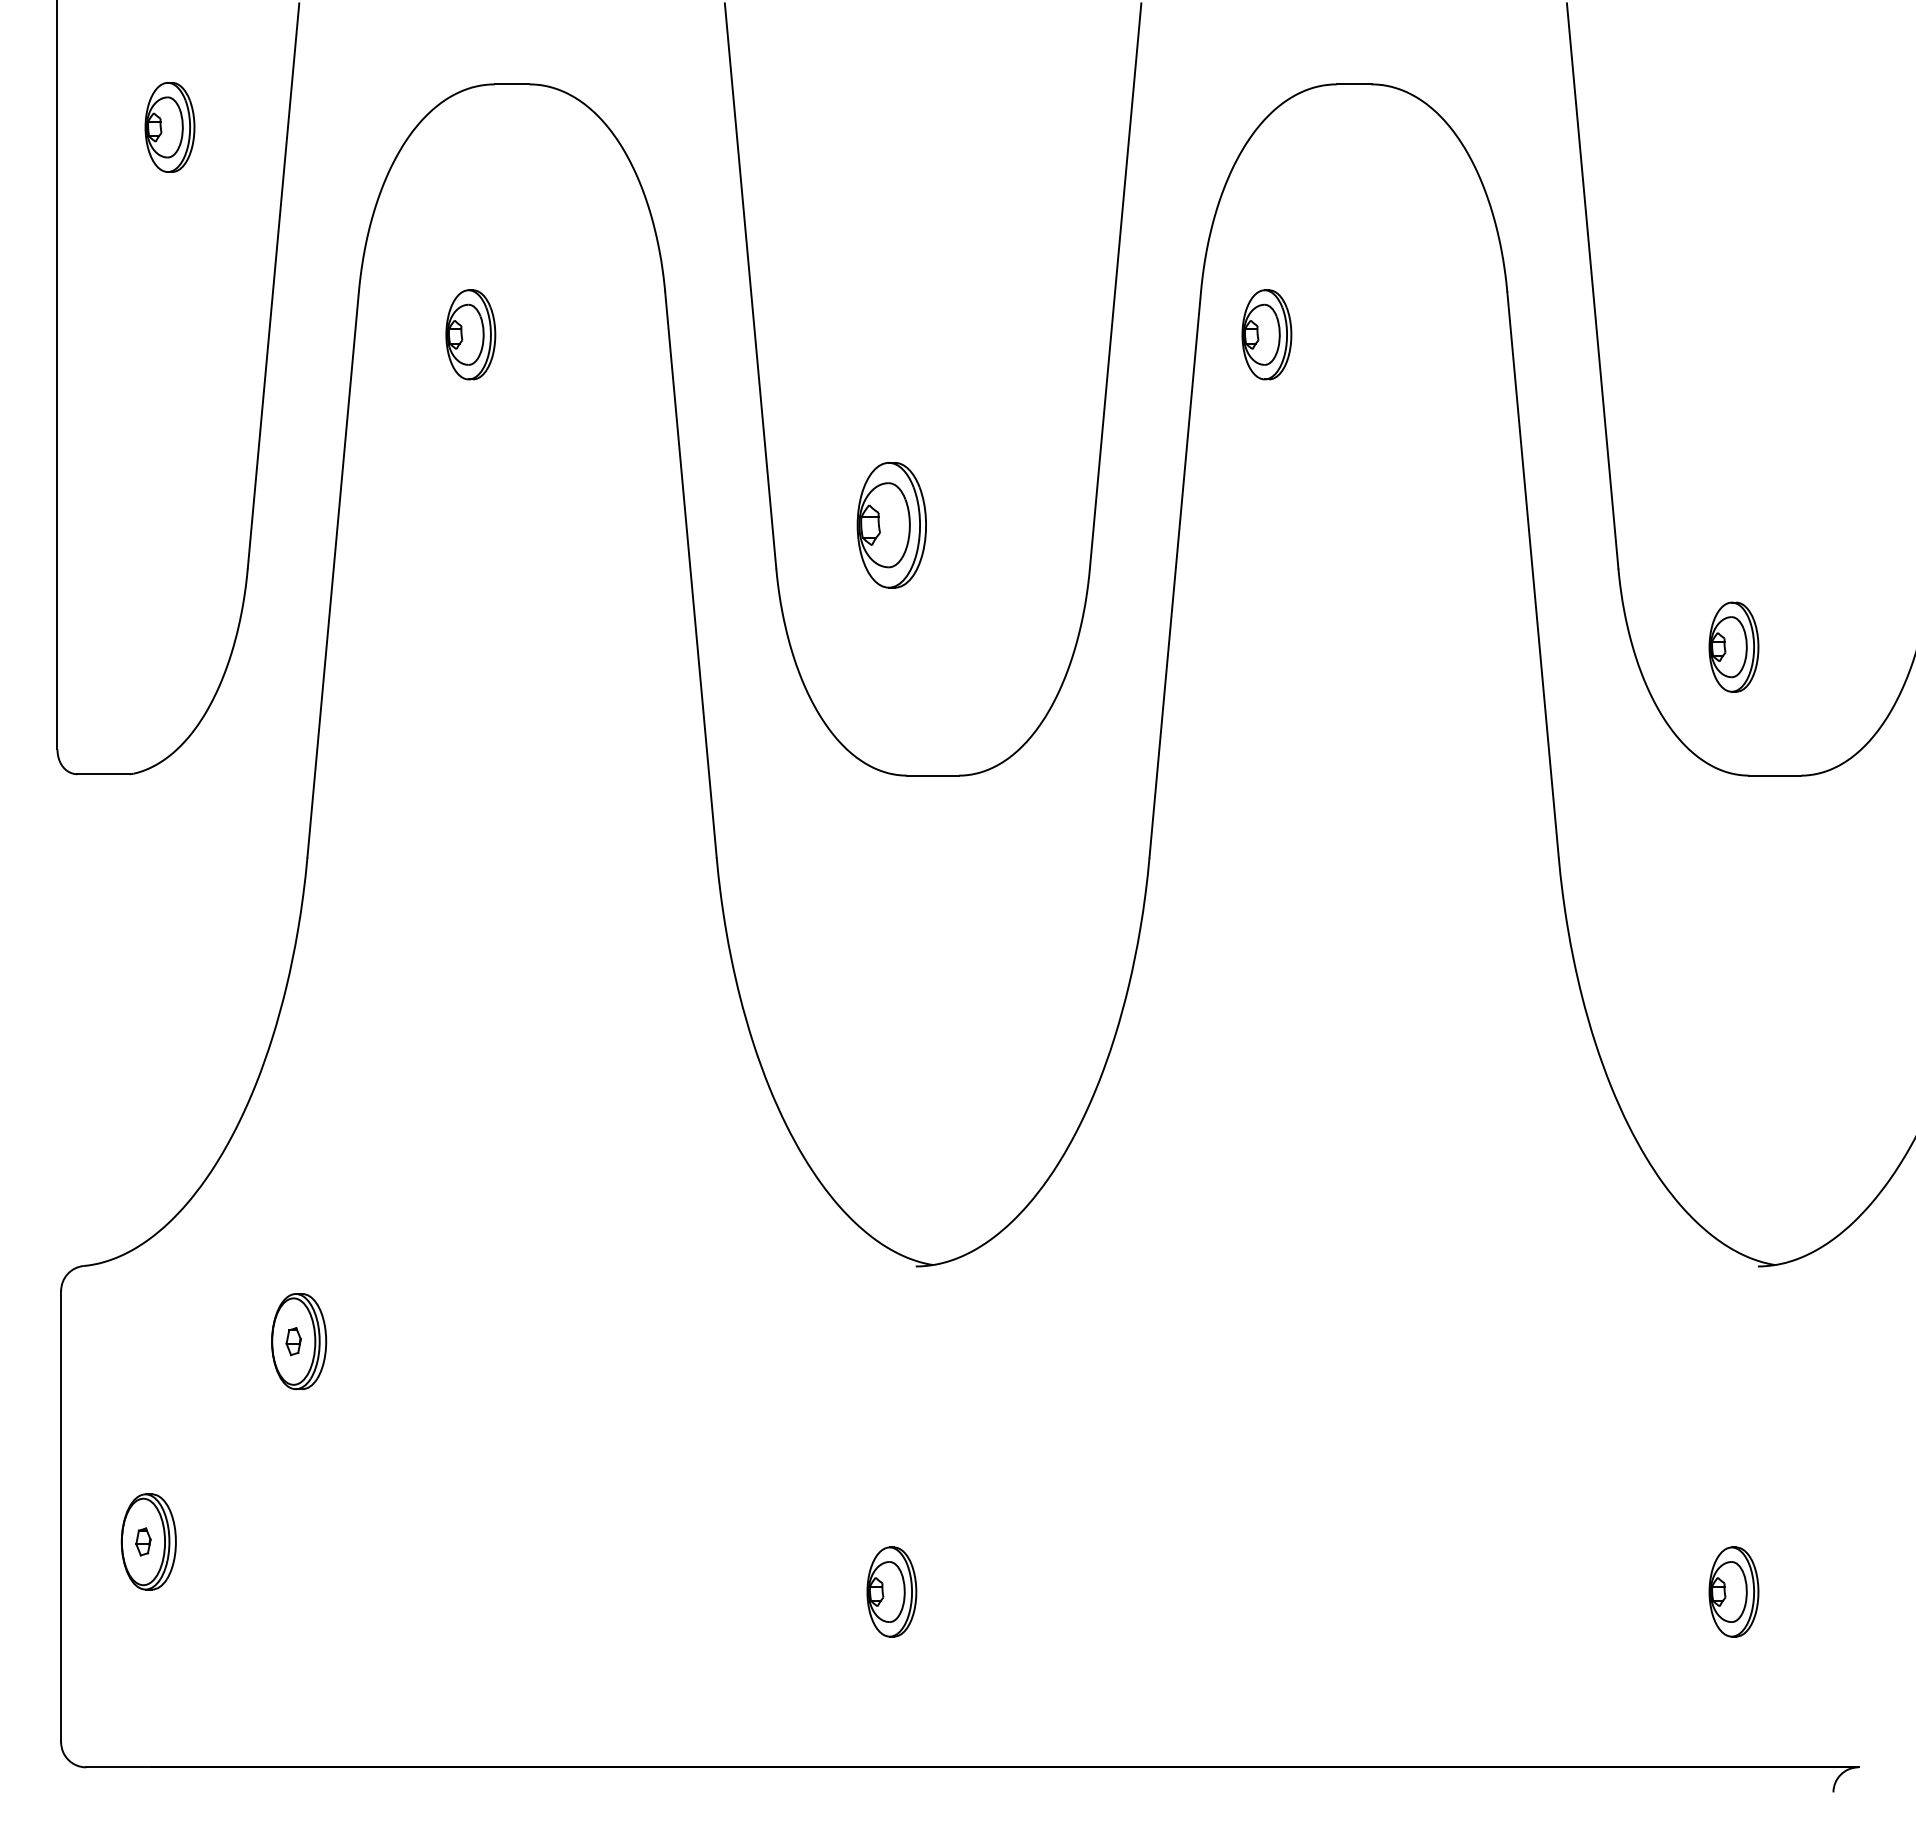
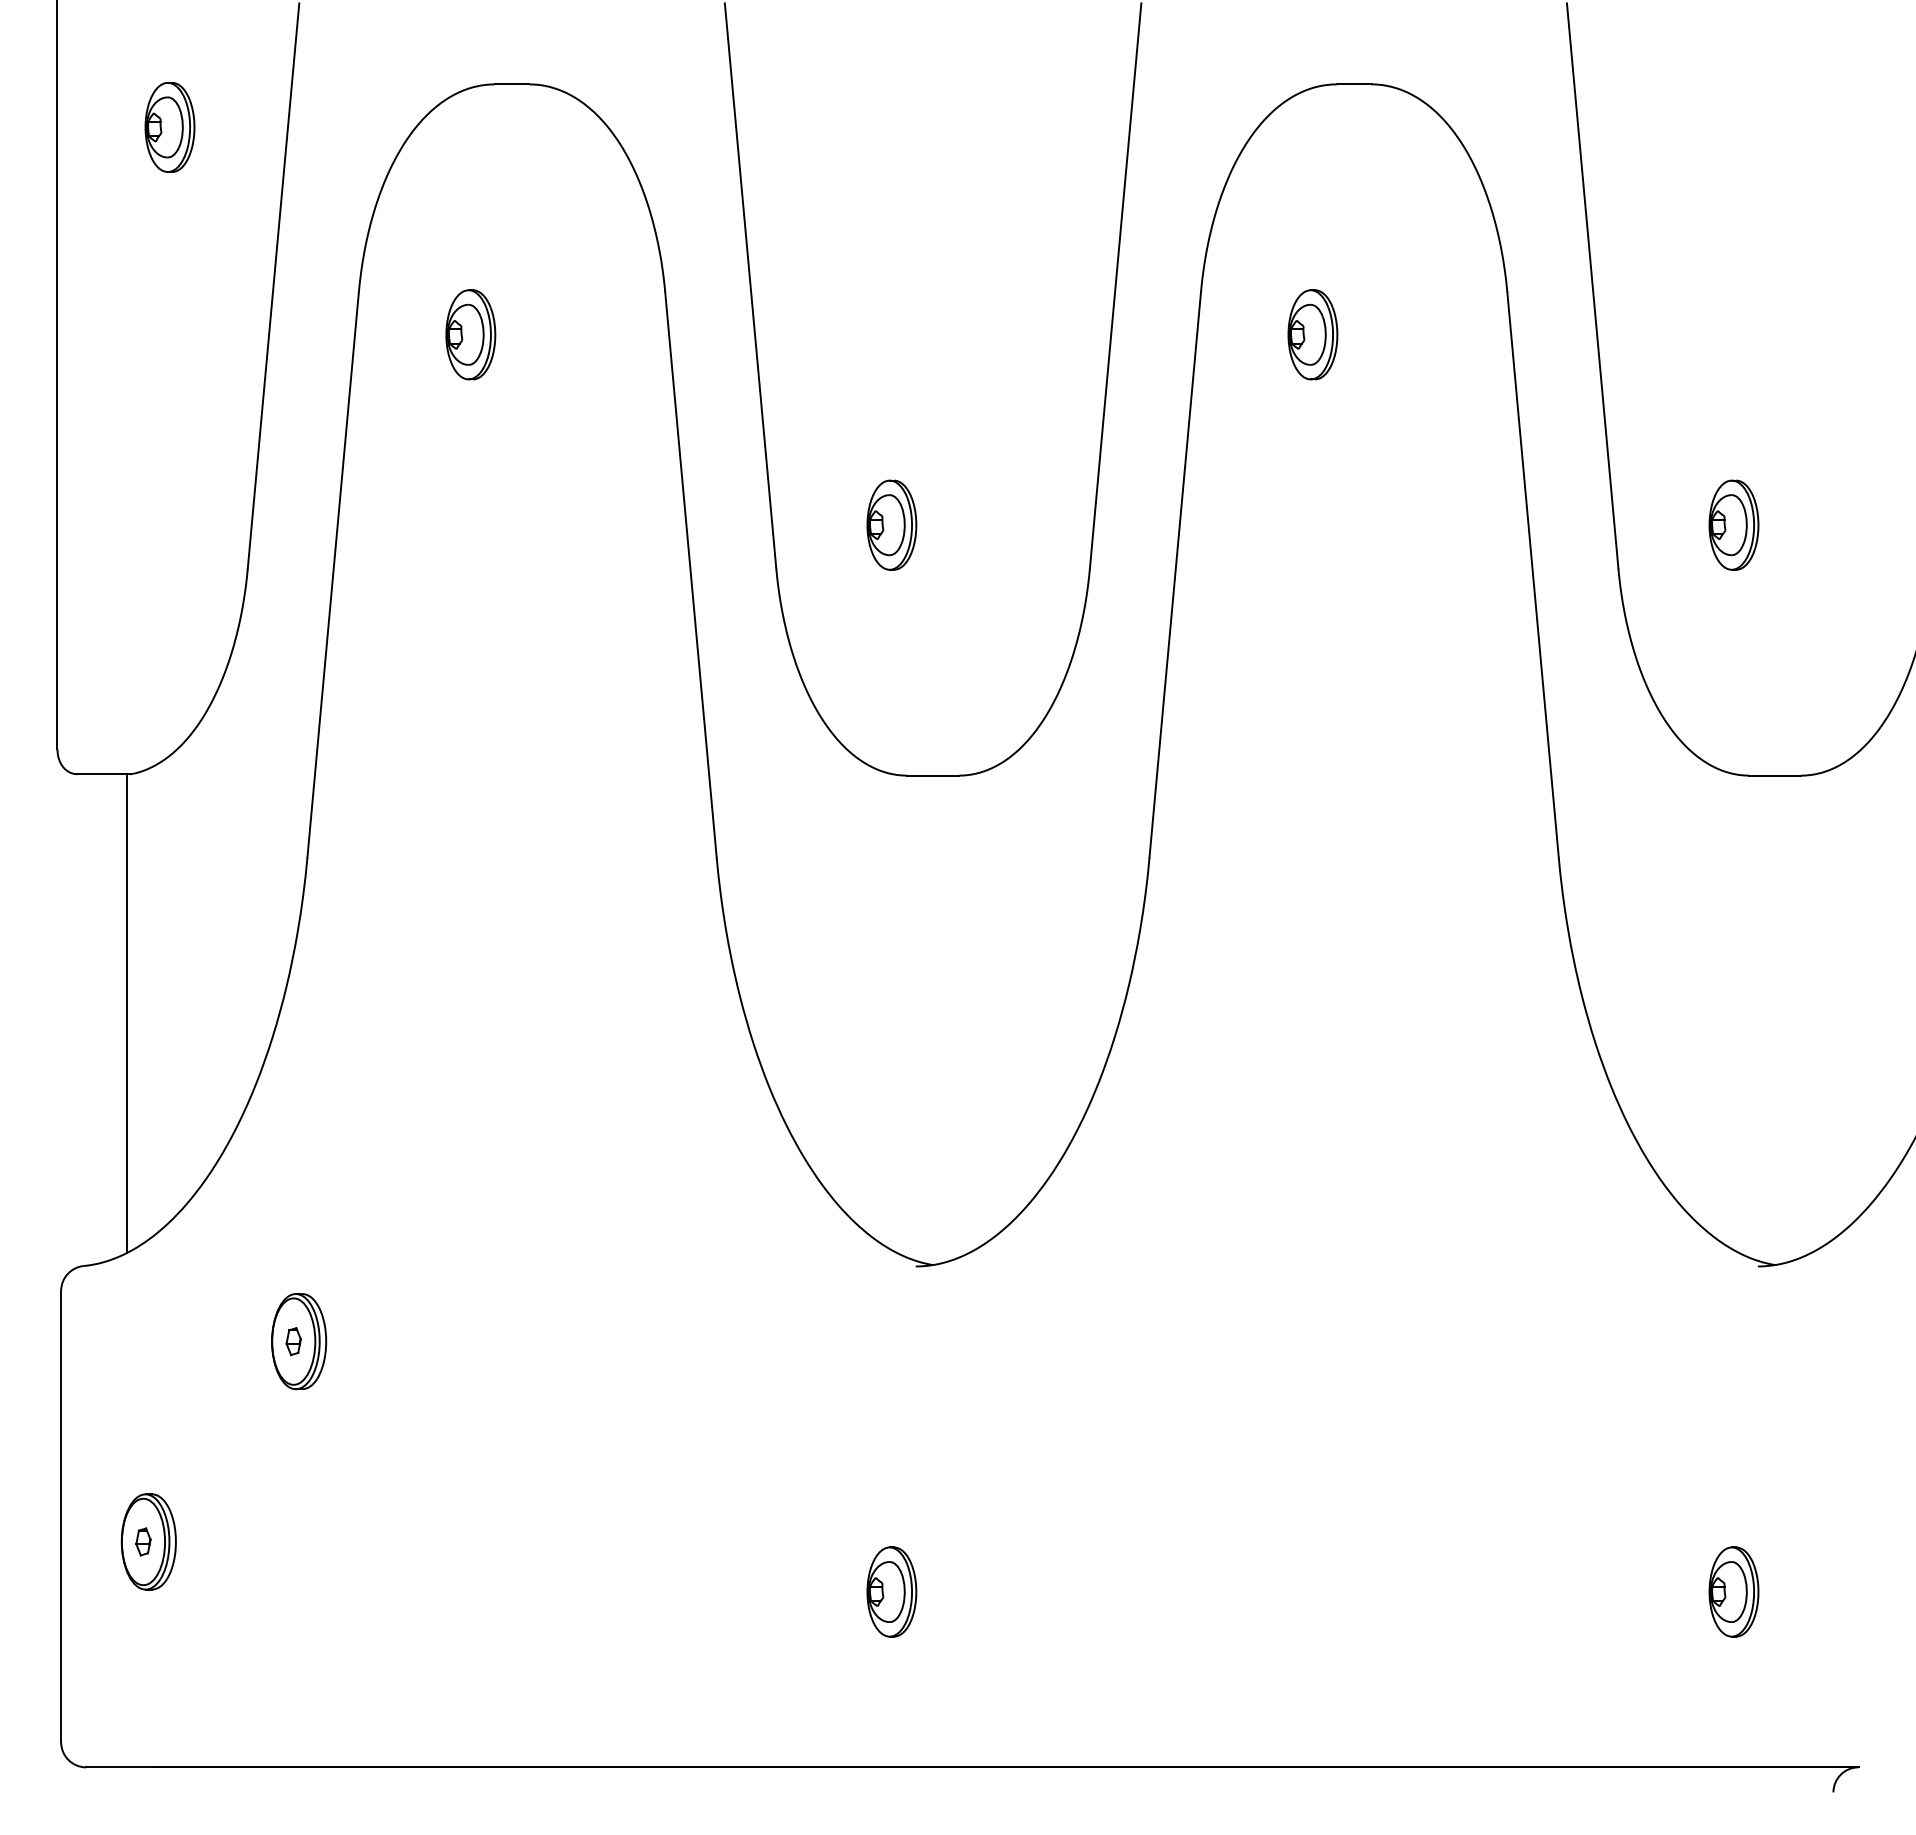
part at (1266, 334) position: (1266, 334) -> (1312, 334)
part at (891, 525) size: 71x127 px -> 52x92 px
part at (1733, 646) position: (1733, 646) -> (1733, 524)
line at (126, 1013): none -> present
